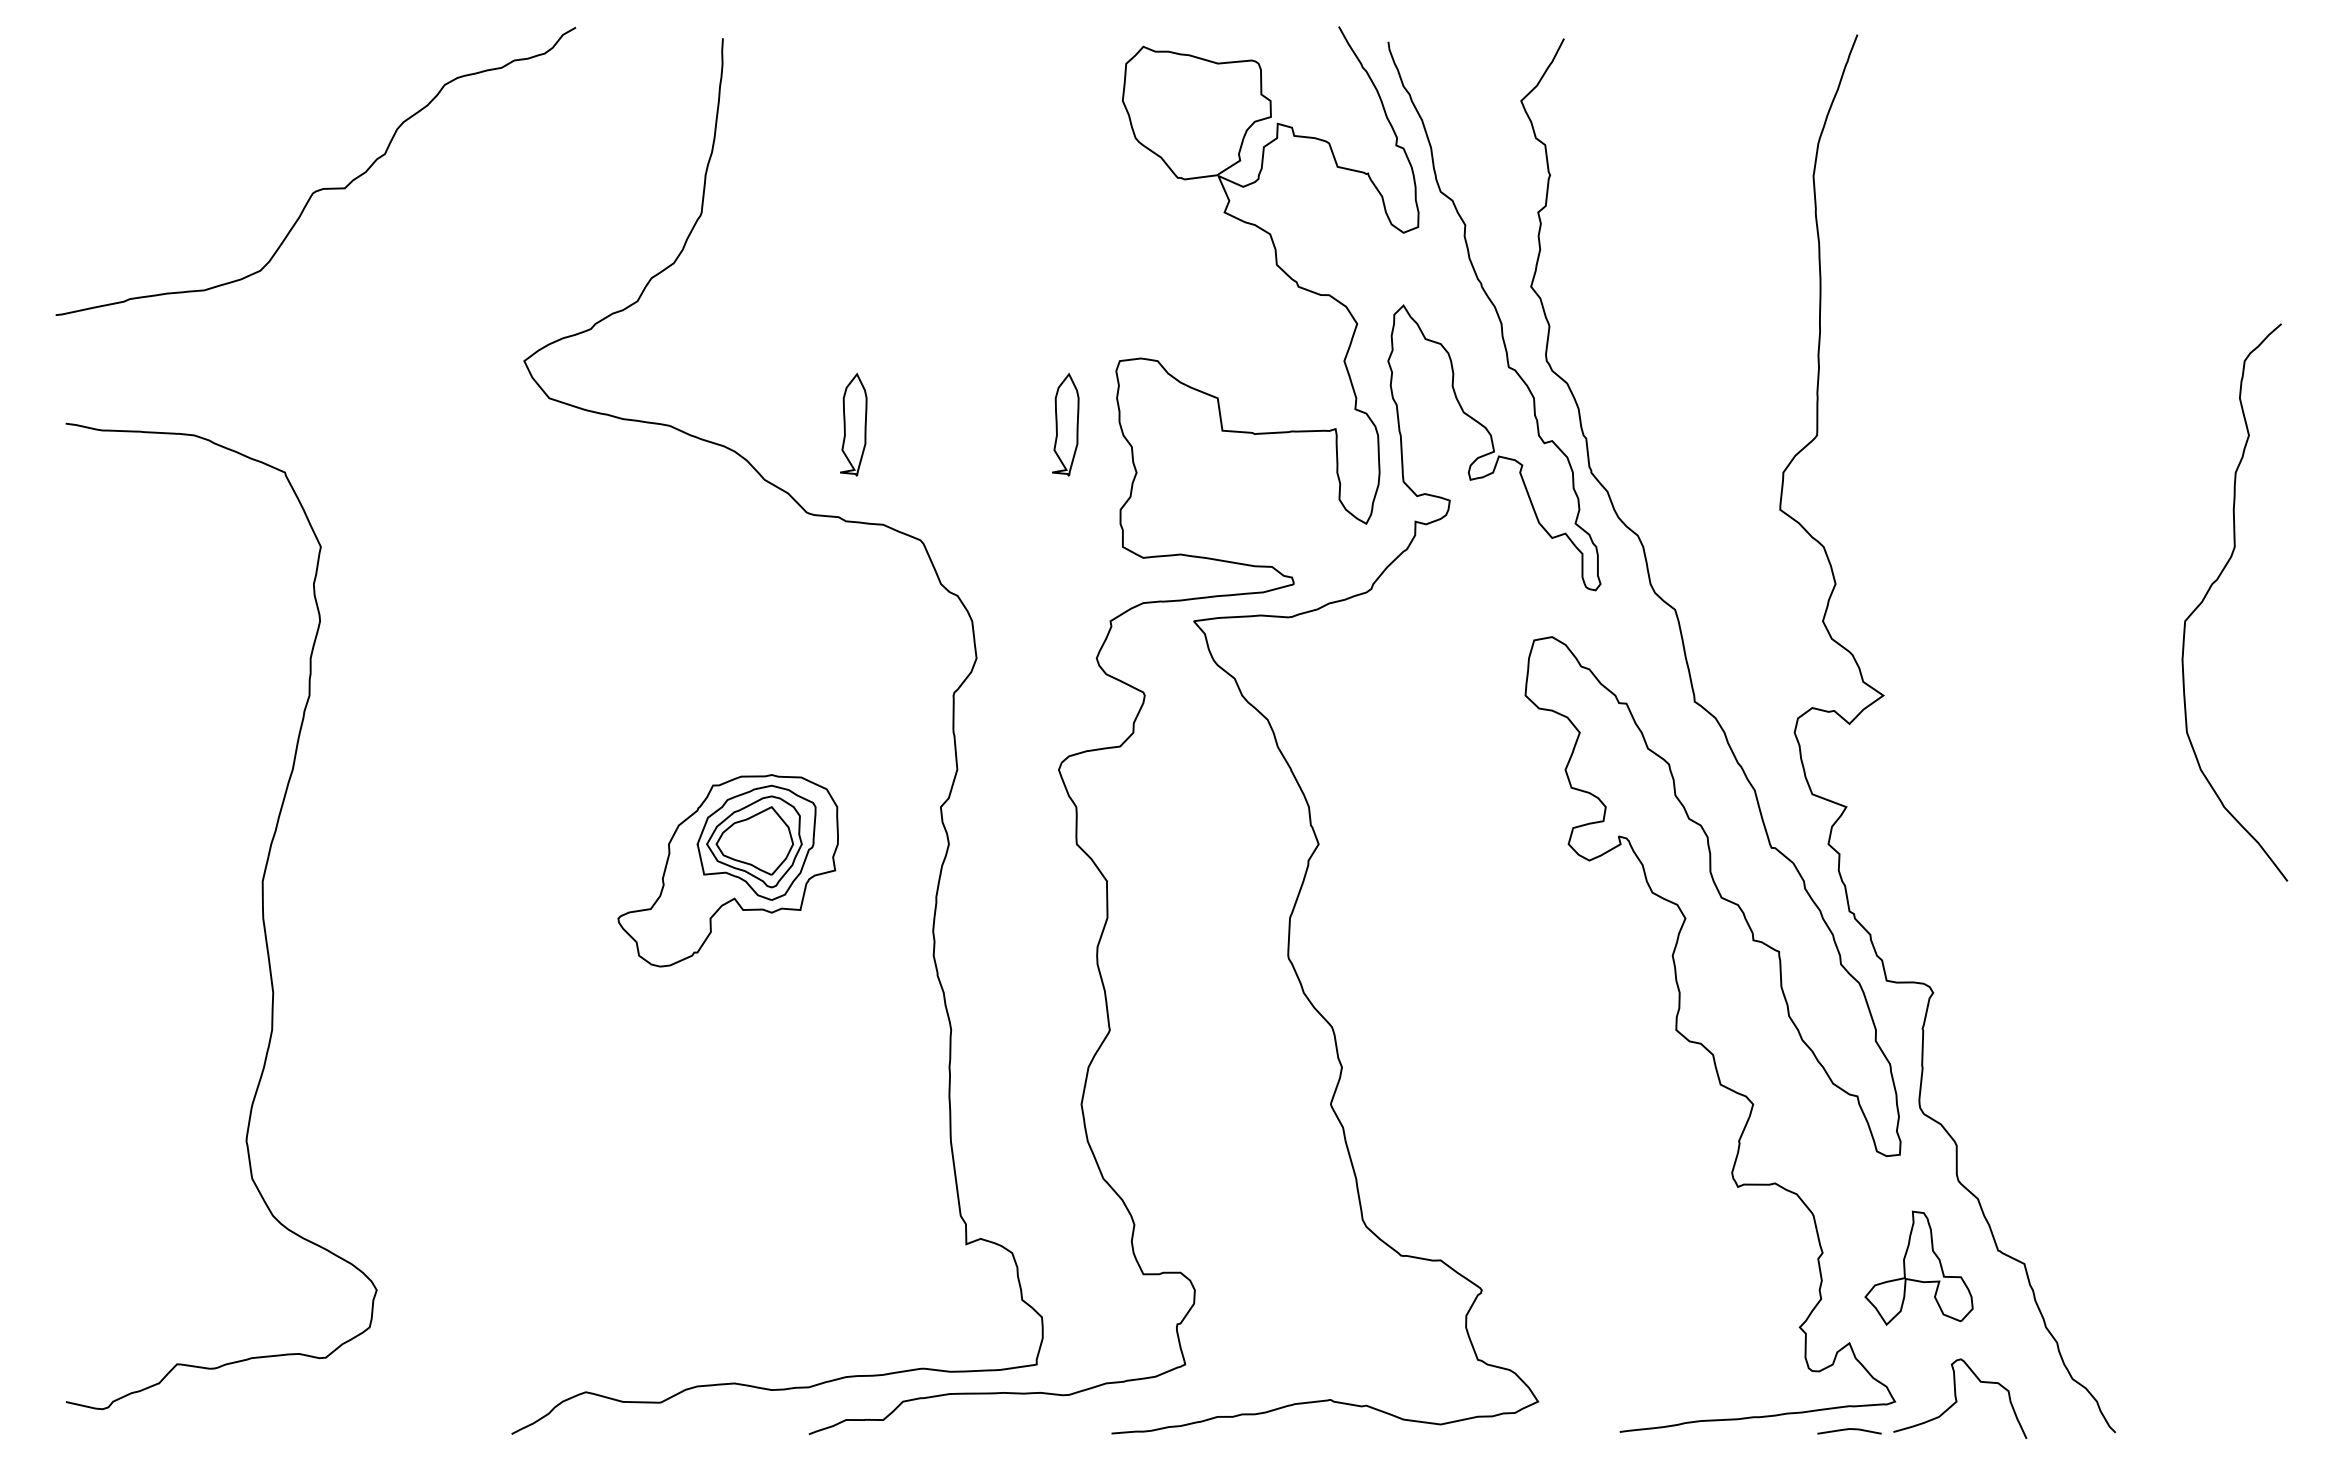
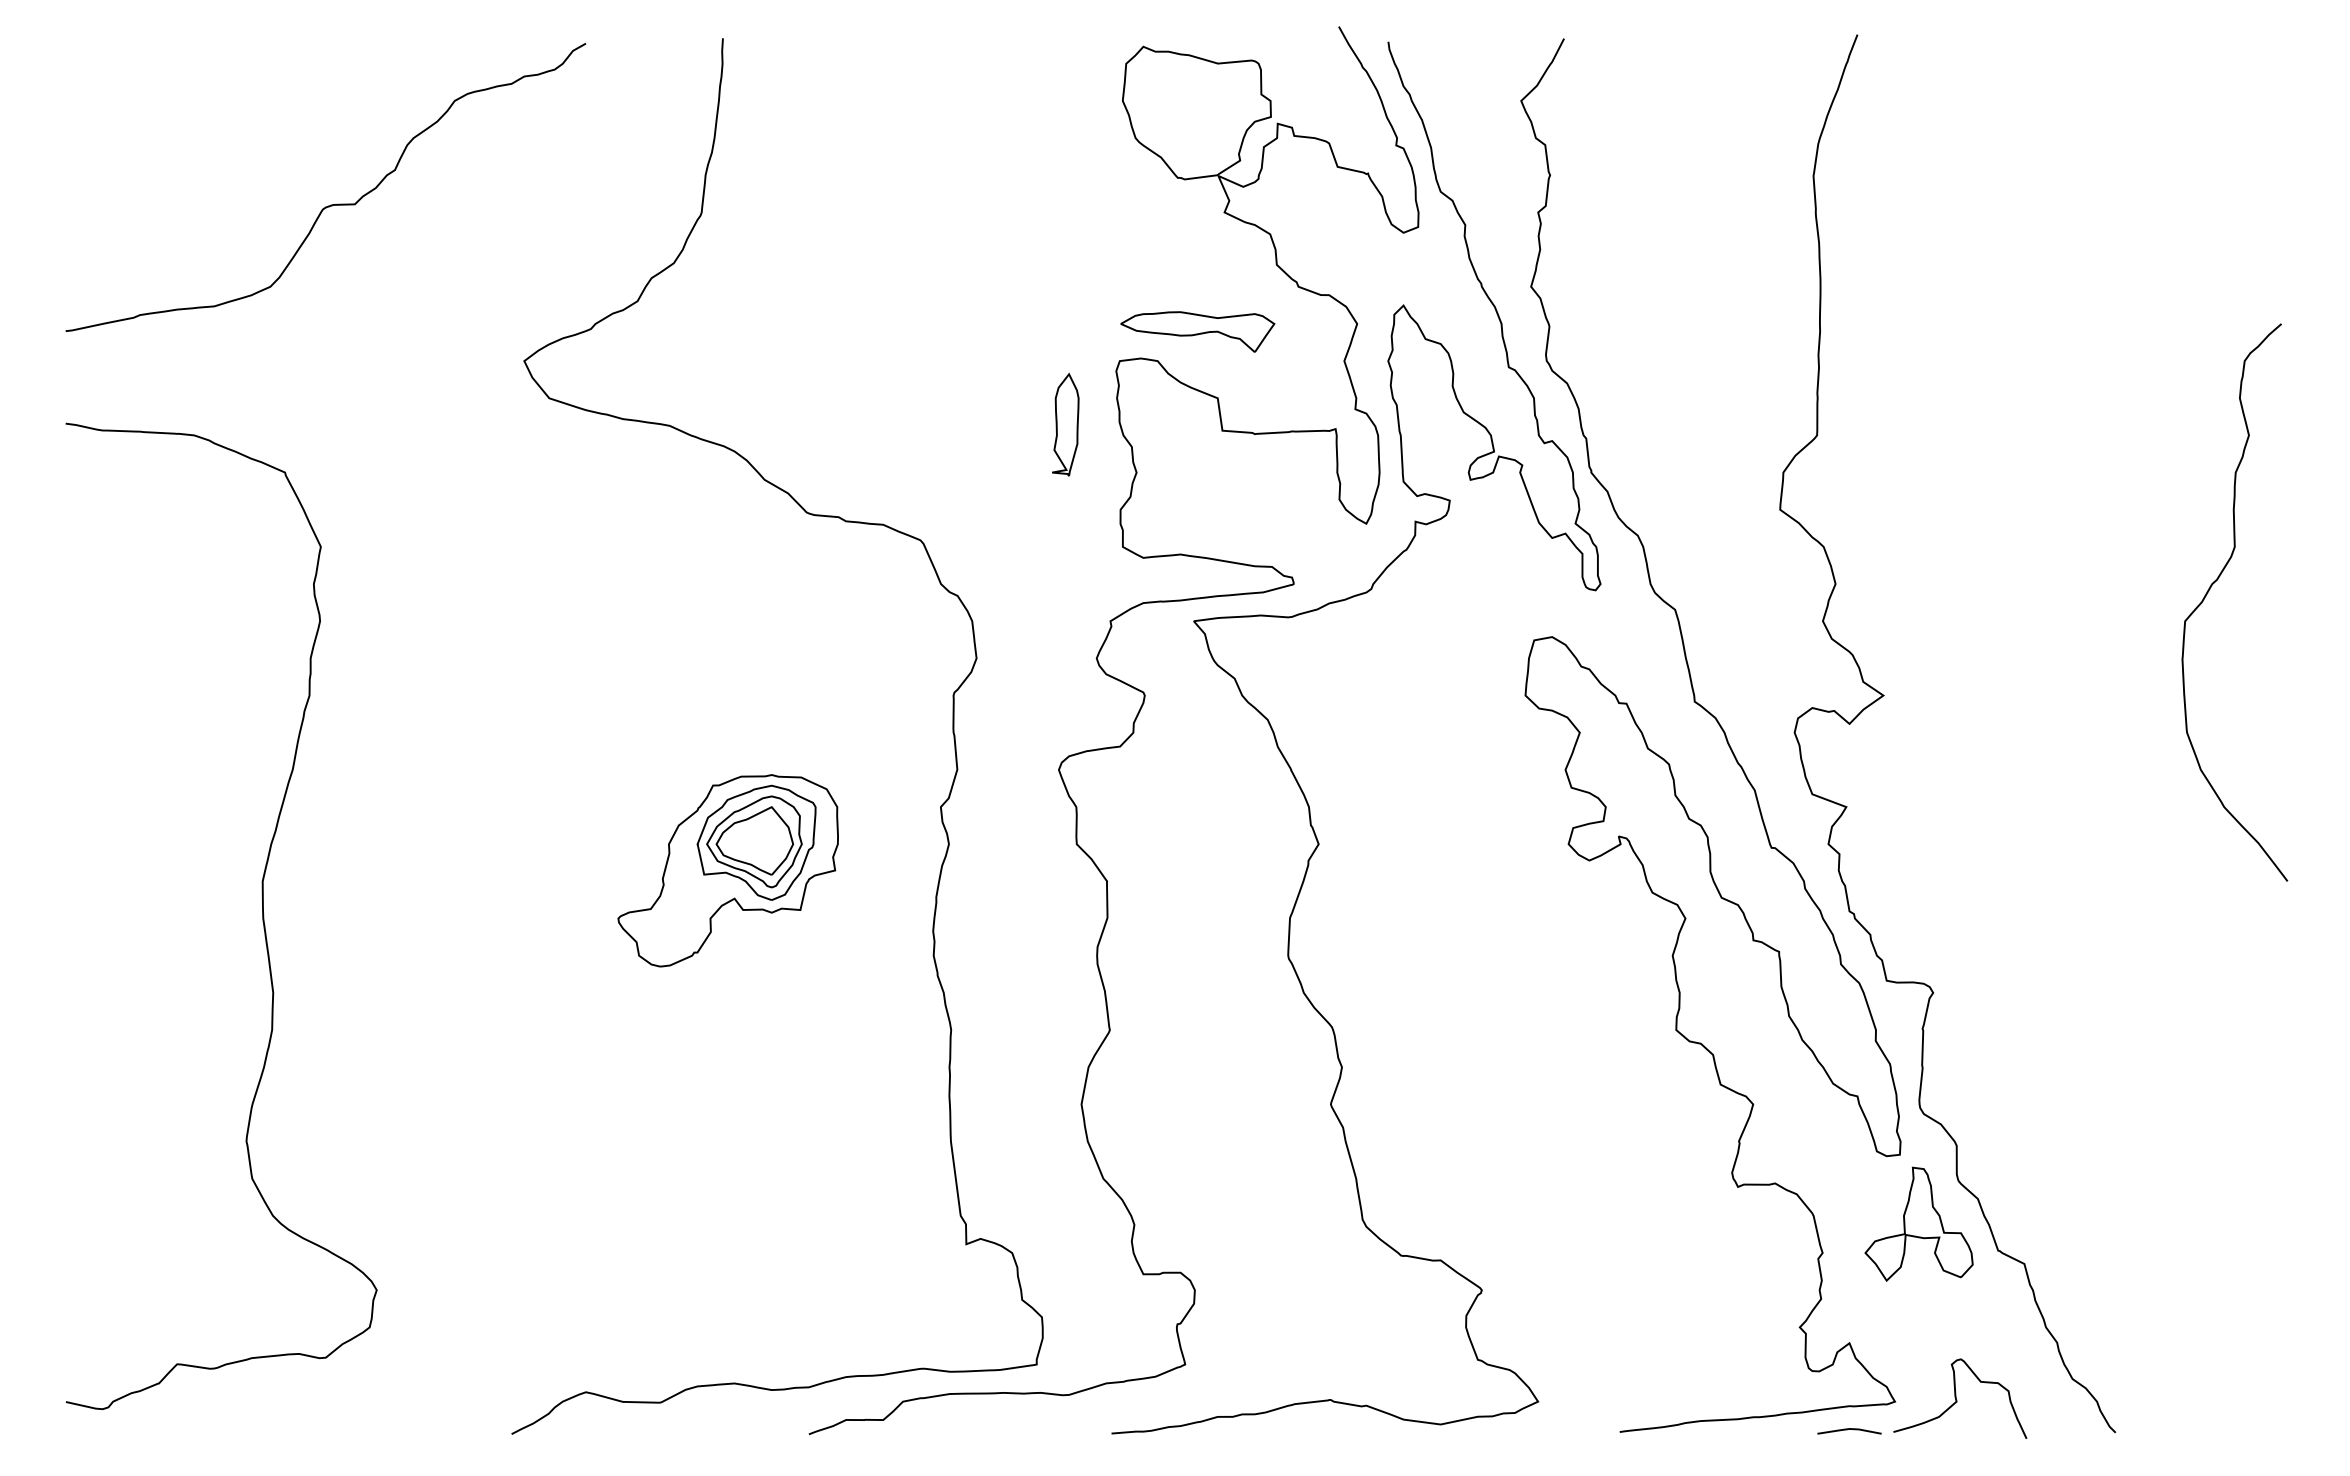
curve at (321, 188) position: (321, 188) -> (331, 204)
part at (1197, 331): none -> present
part at (853, 424): present -> none
part at (1918, 1267) position: (1918, 1267) -> (1918, 1223)
